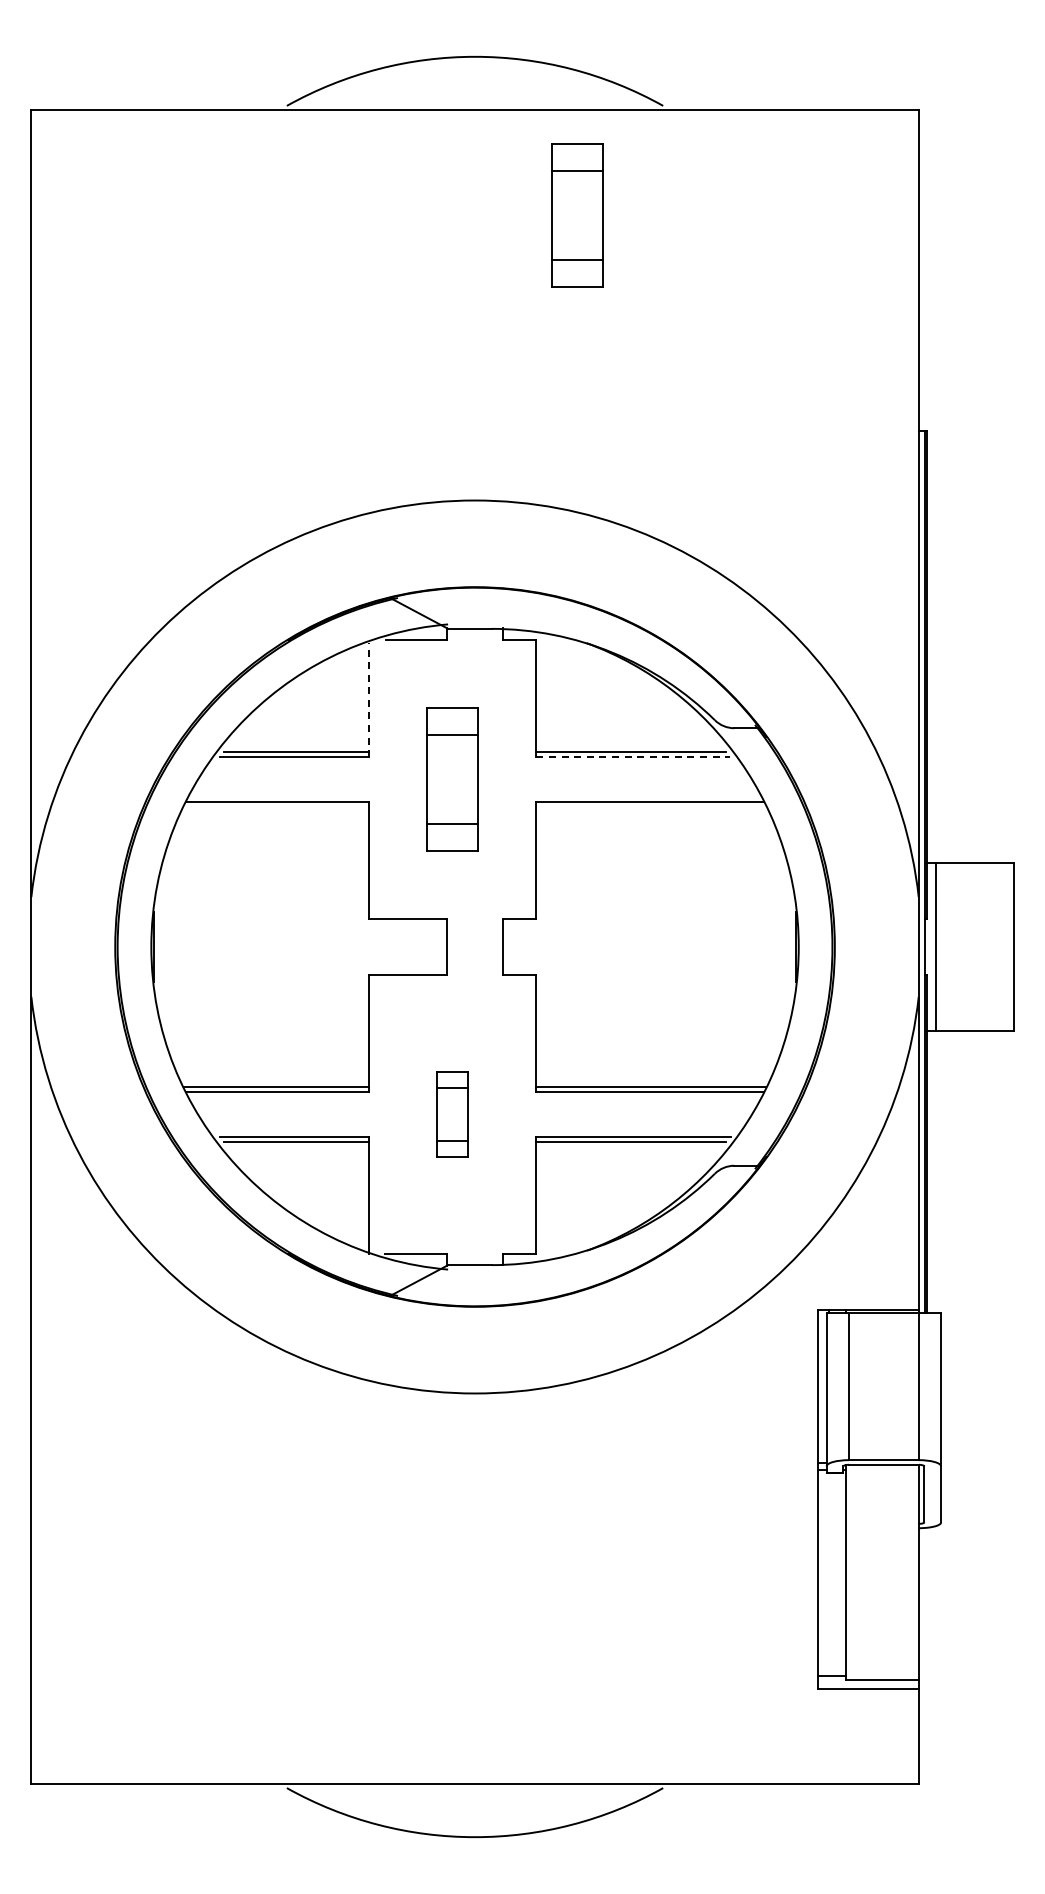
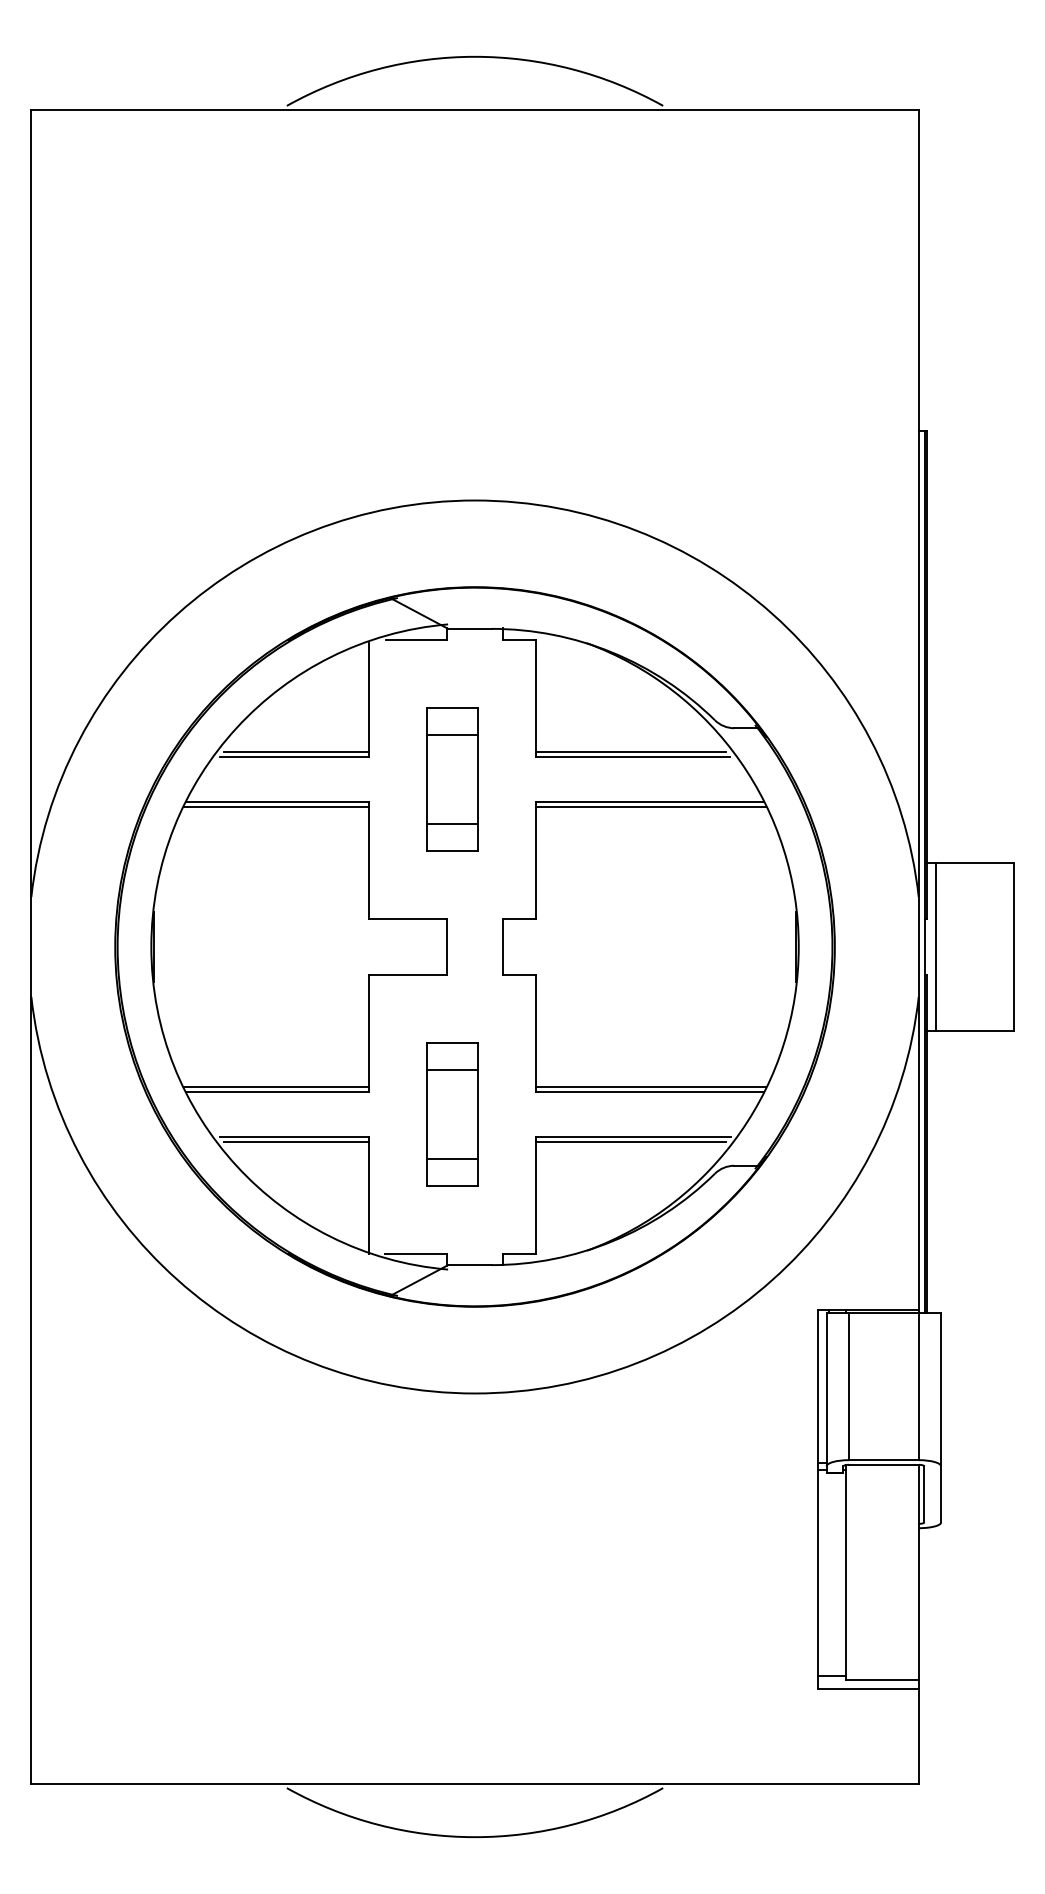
part at (577, 215): present -> none
line at (369, 699): dashed -> solid
line at (633, 757): dashed -> solid
line at (276, 807): none -> present
line at (651, 807): none -> present
part at (452, 1114) size: 33x87 px -> 53x145 px
